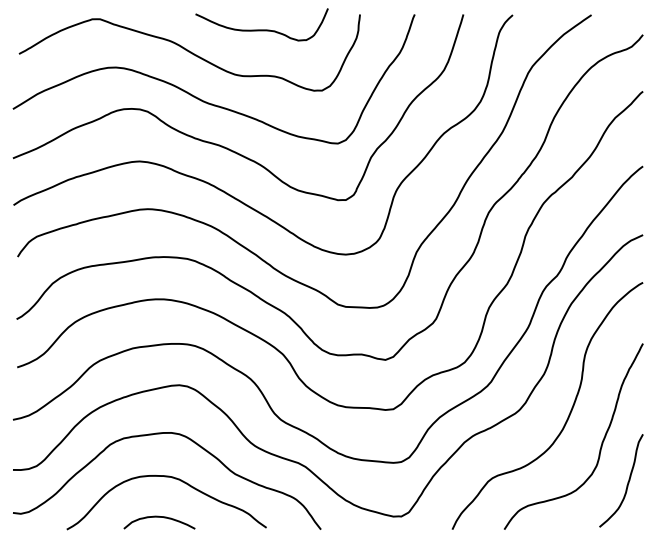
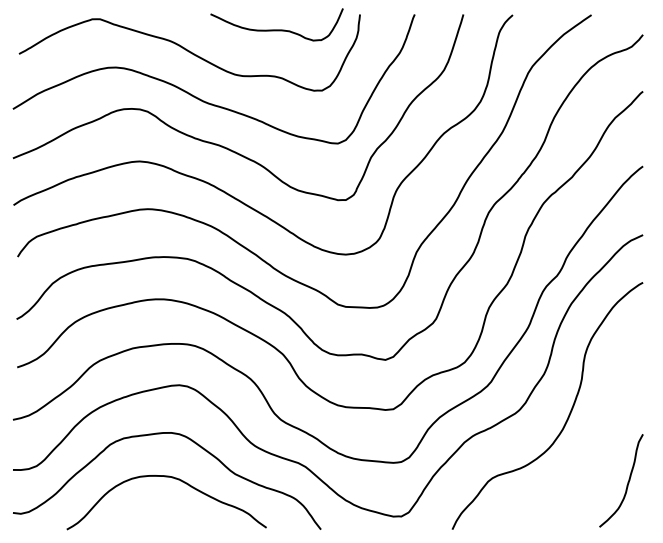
curve at (261, 29) position: (261, 29) -> (276, 29)
curve at (600, 445): present -> none
curve at (159, 517): present -> none
